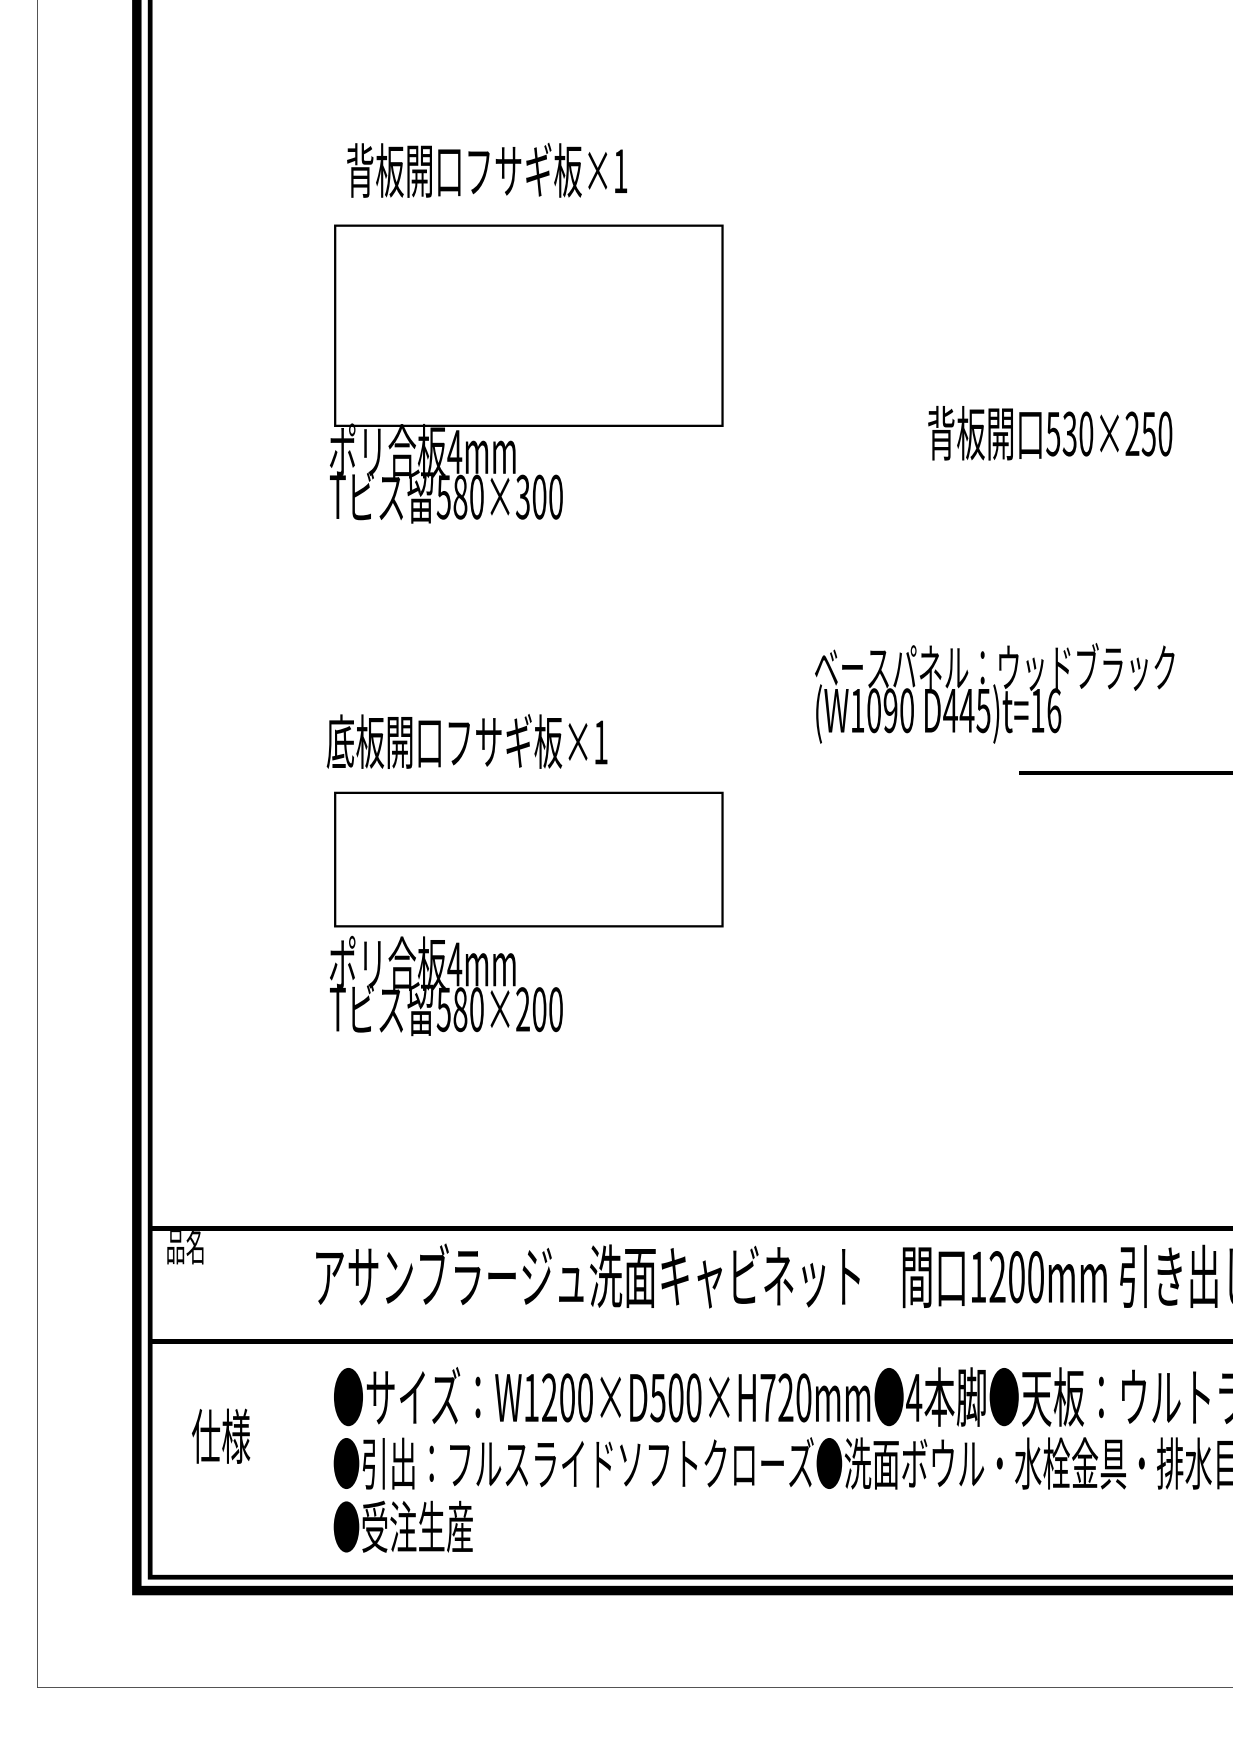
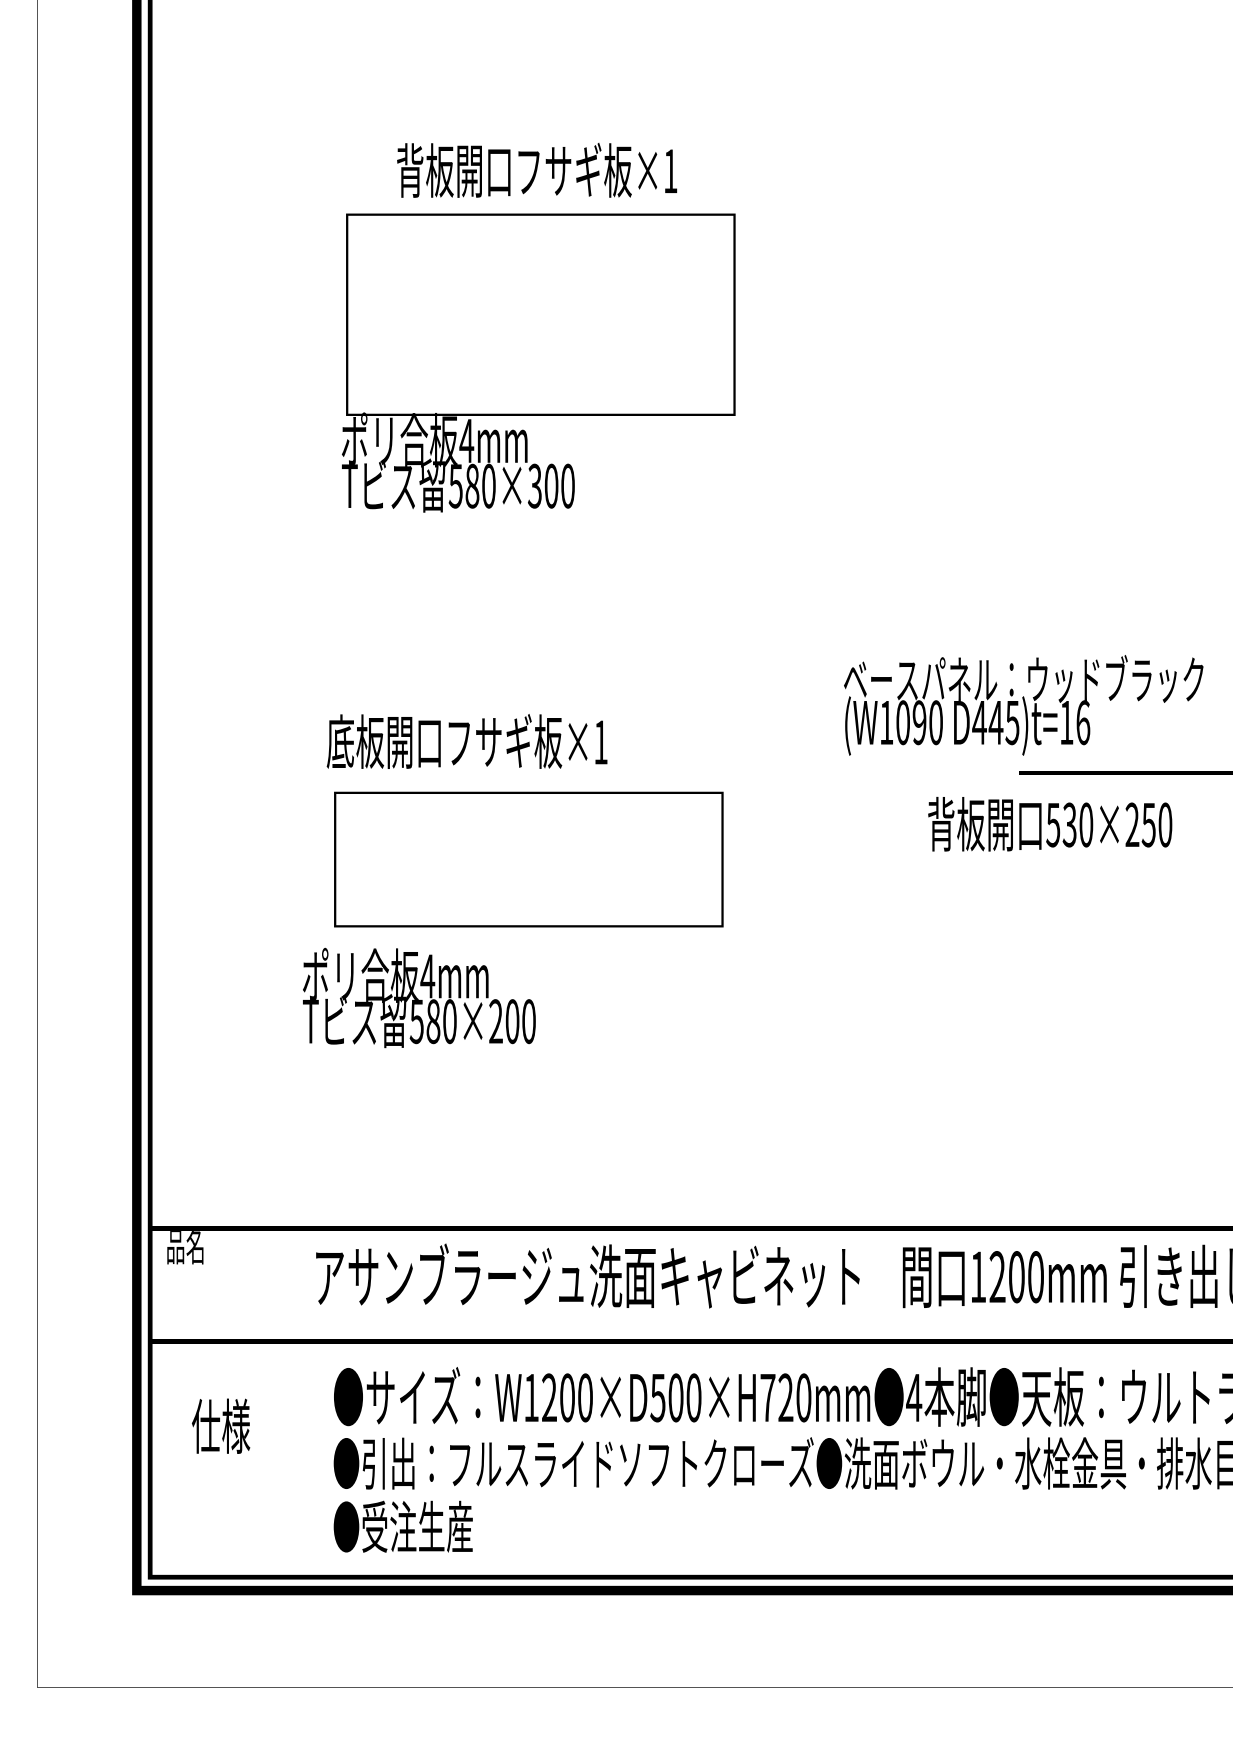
text at (487, 170) position: (487, 170) -> (537, 170)
text at (526, 373) position: (526, 373) -> (538, 362)
text at (1050, 432) position: (1050, 432) -> (1050, 823)
text at (994, 693) position: (994, 693) -> (1023, 705)
text at (446, 985) position: (446, 985) -> (419, 997)
text at (221, 1435) position: (221, 1435) -> (221, 1425)
